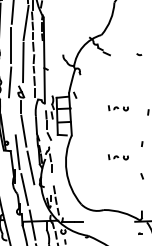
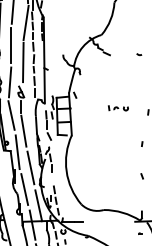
line at (11, 115): none -> present
part at (118, 157): present -> none
line at (38, 205): none -> present
